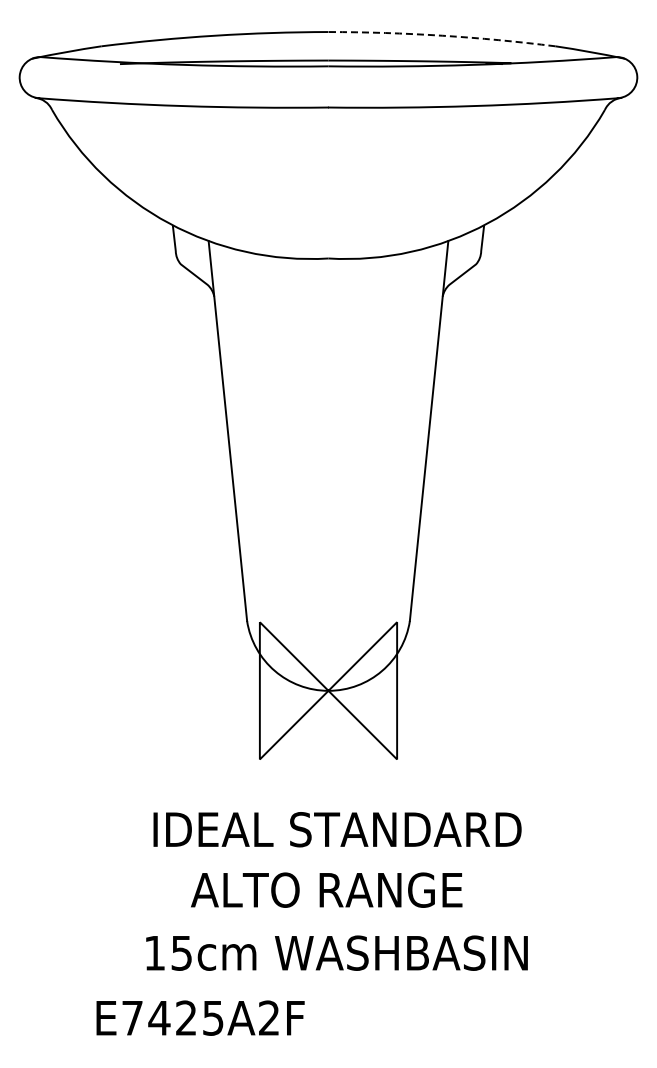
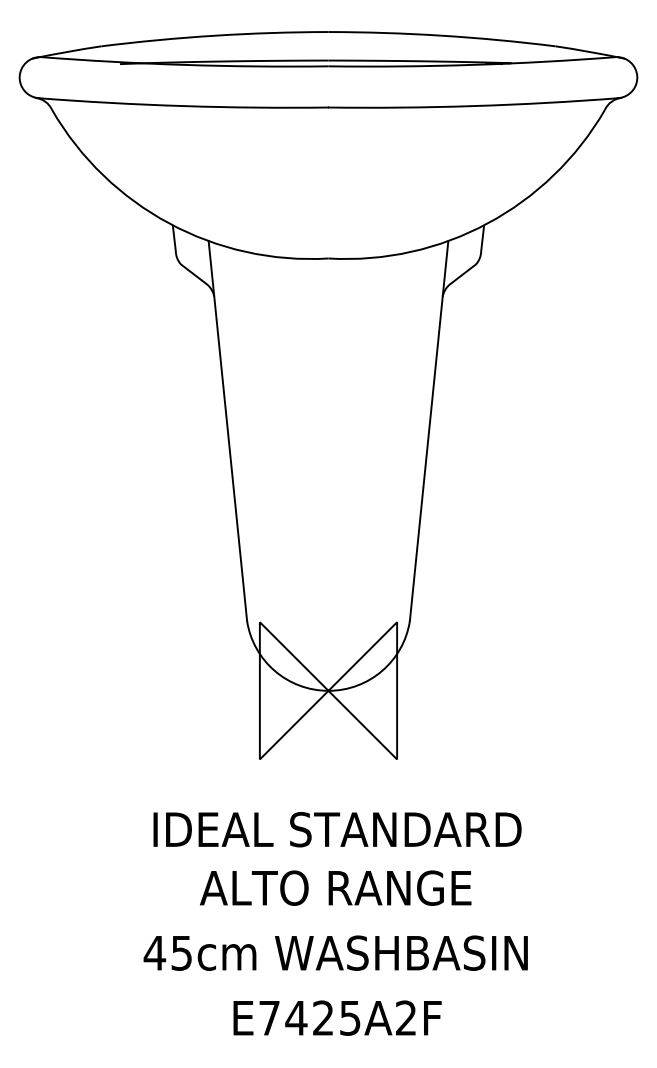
arc at (442, 35): dashed -> solid
text at (326, 889) position: (326, 889) -> (335, 887)
text at (154, 953): 15cm -> 45cm
text at (200, 1017) position: (200, 1017) -> (337, 1017)
